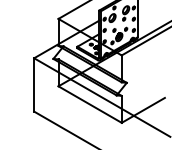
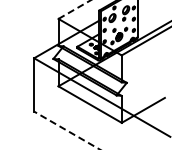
line at (74, 9): solid -> dashed
line at (66, 130): solid -> dashed
